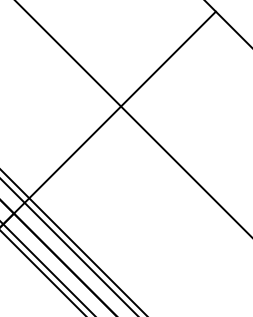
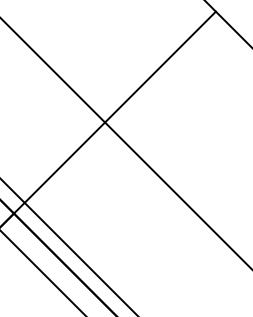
line at (132, 118) position: (132, 118) -> (125, 143)
line at (73, 242): present -> none
line at (47, 268): present -> none
